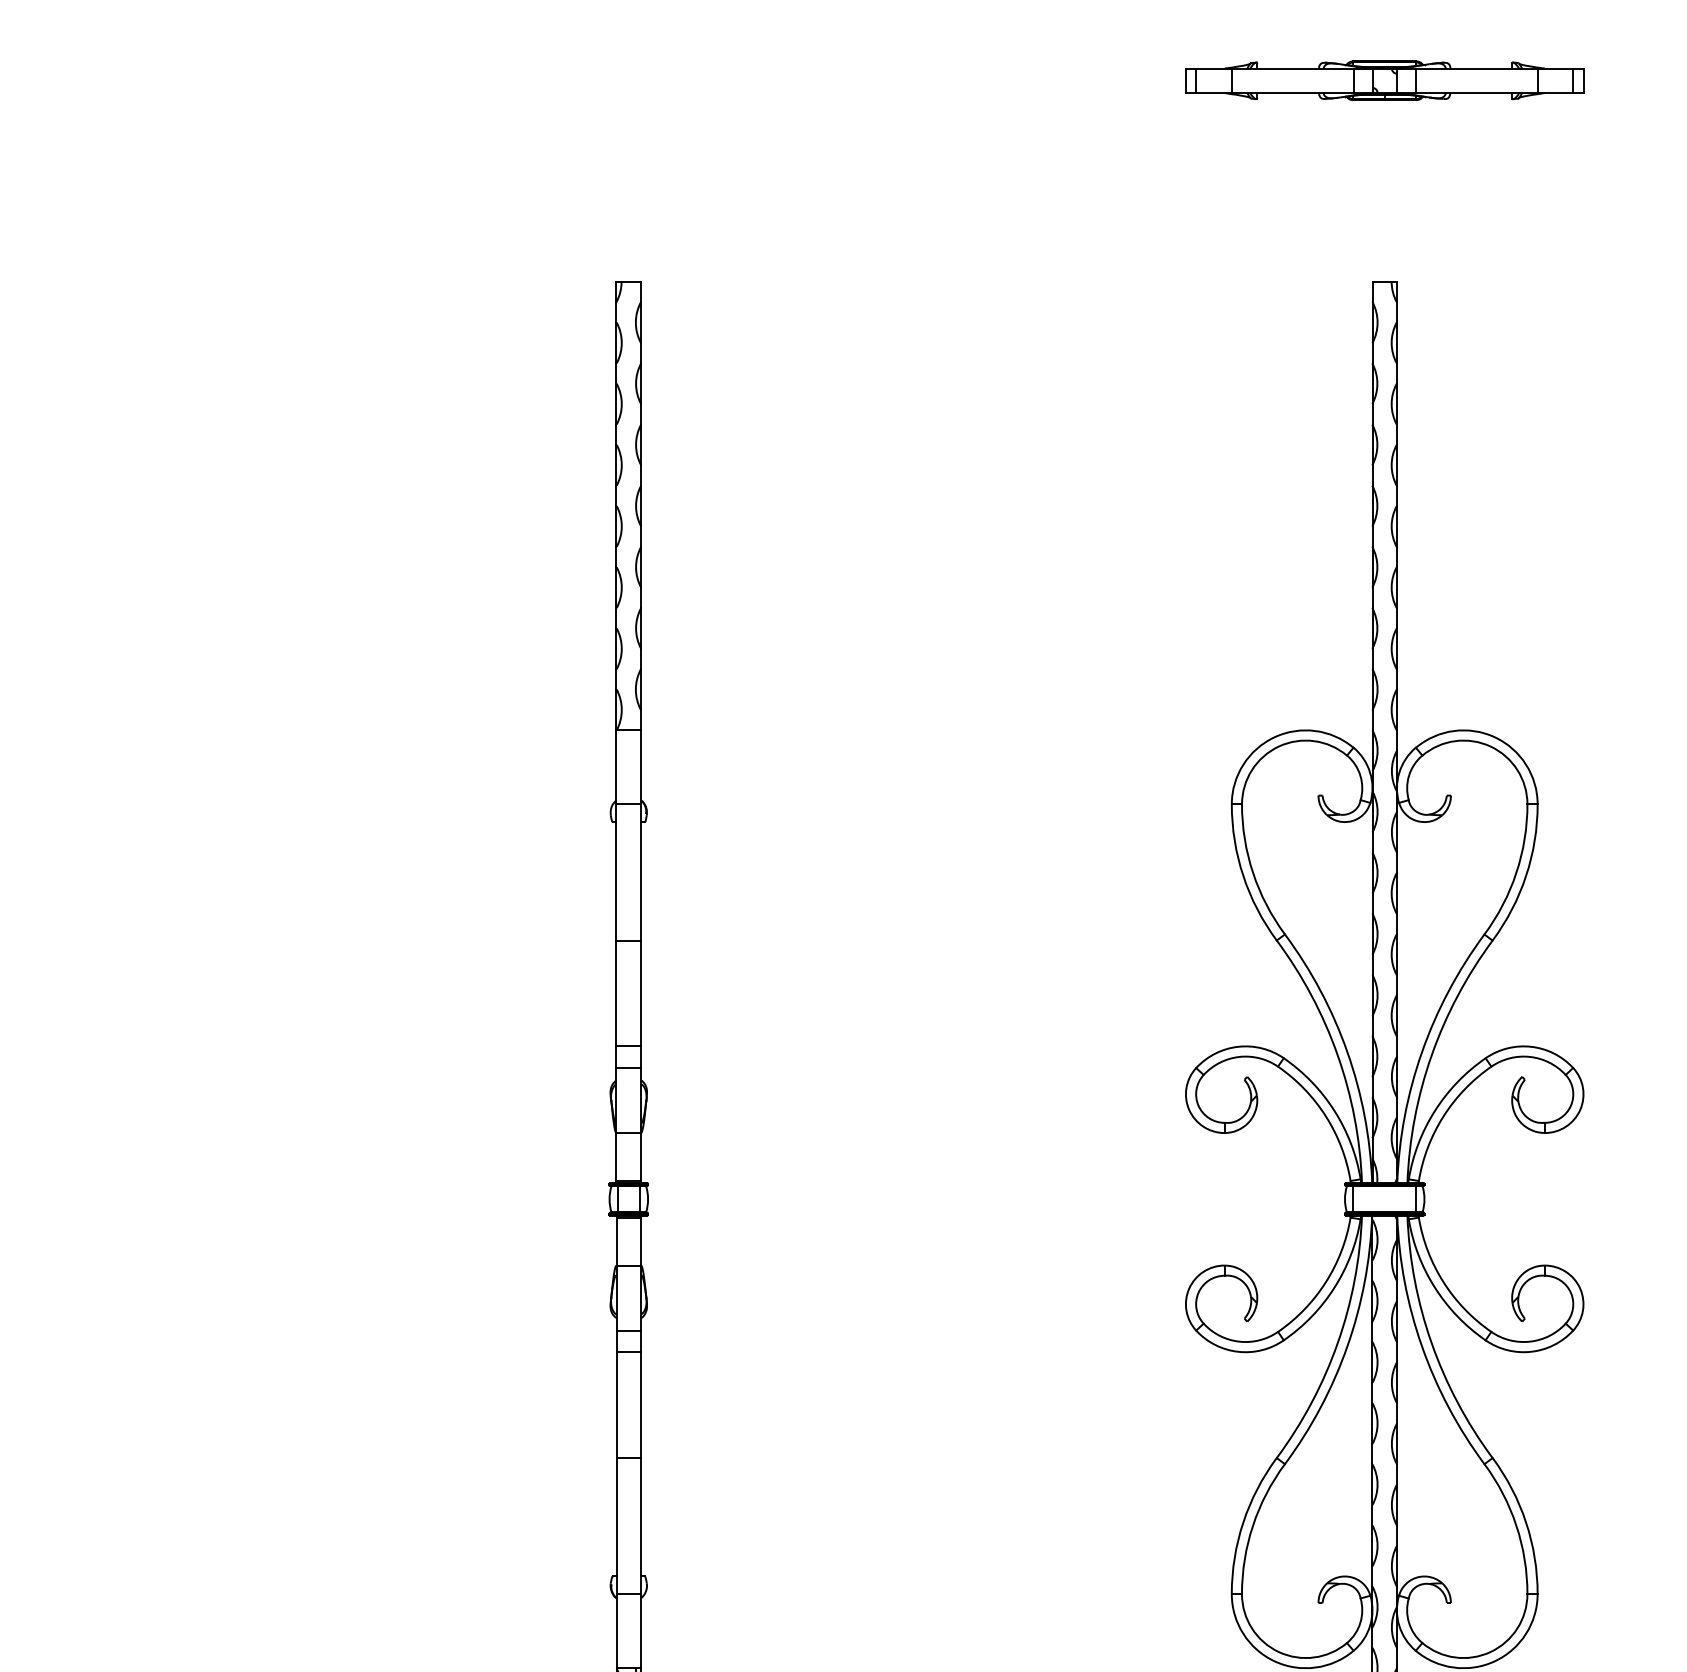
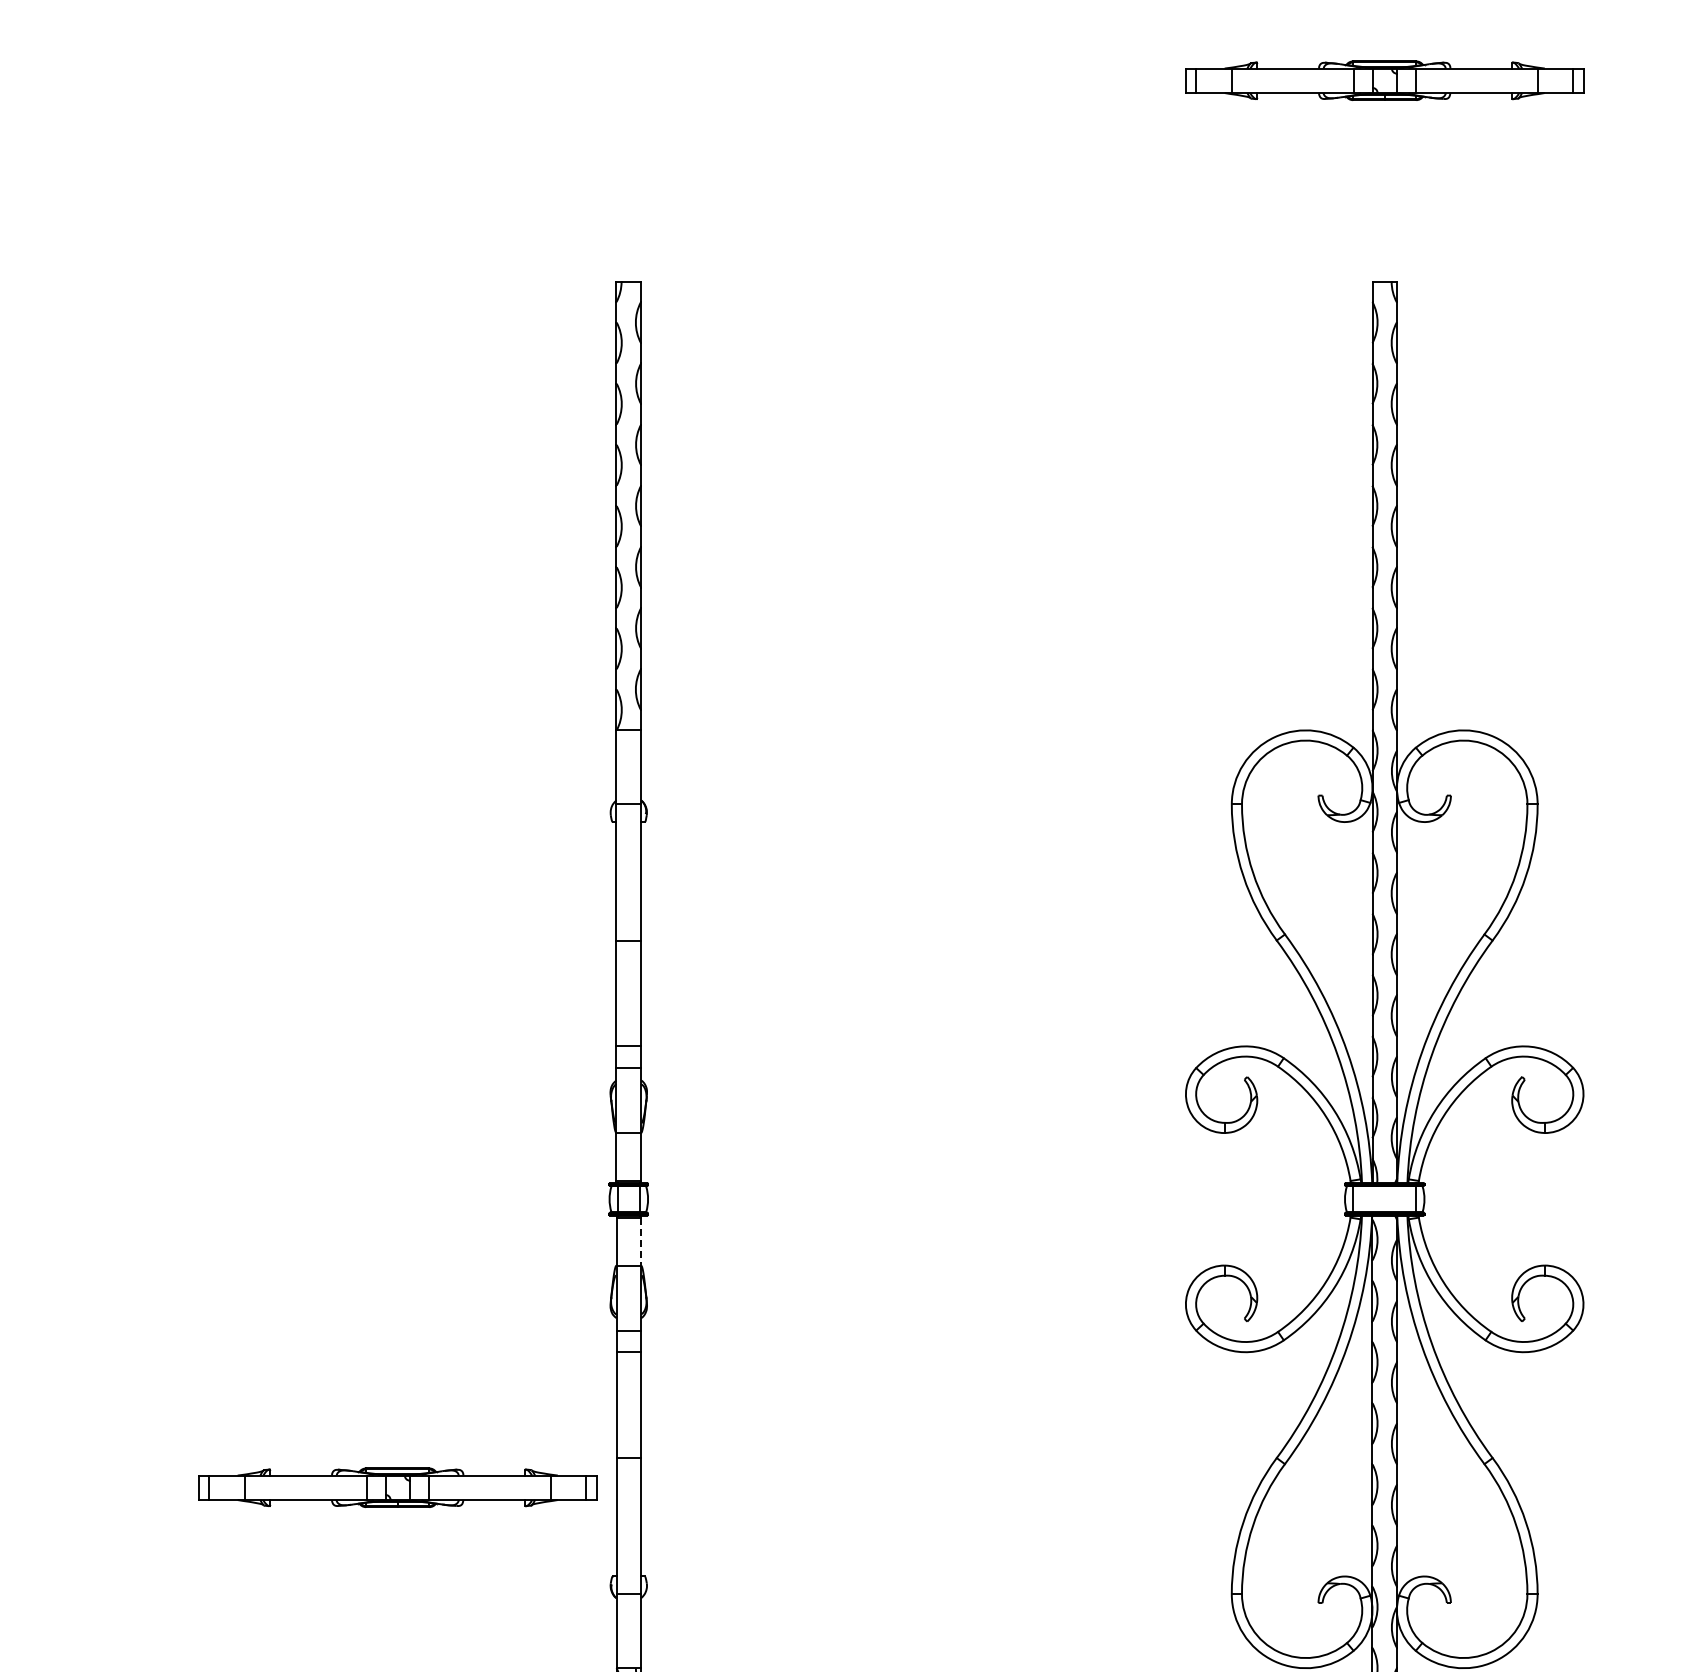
line at (641, 1241): solid -> dashed
part at (397, 1487): none -> present
